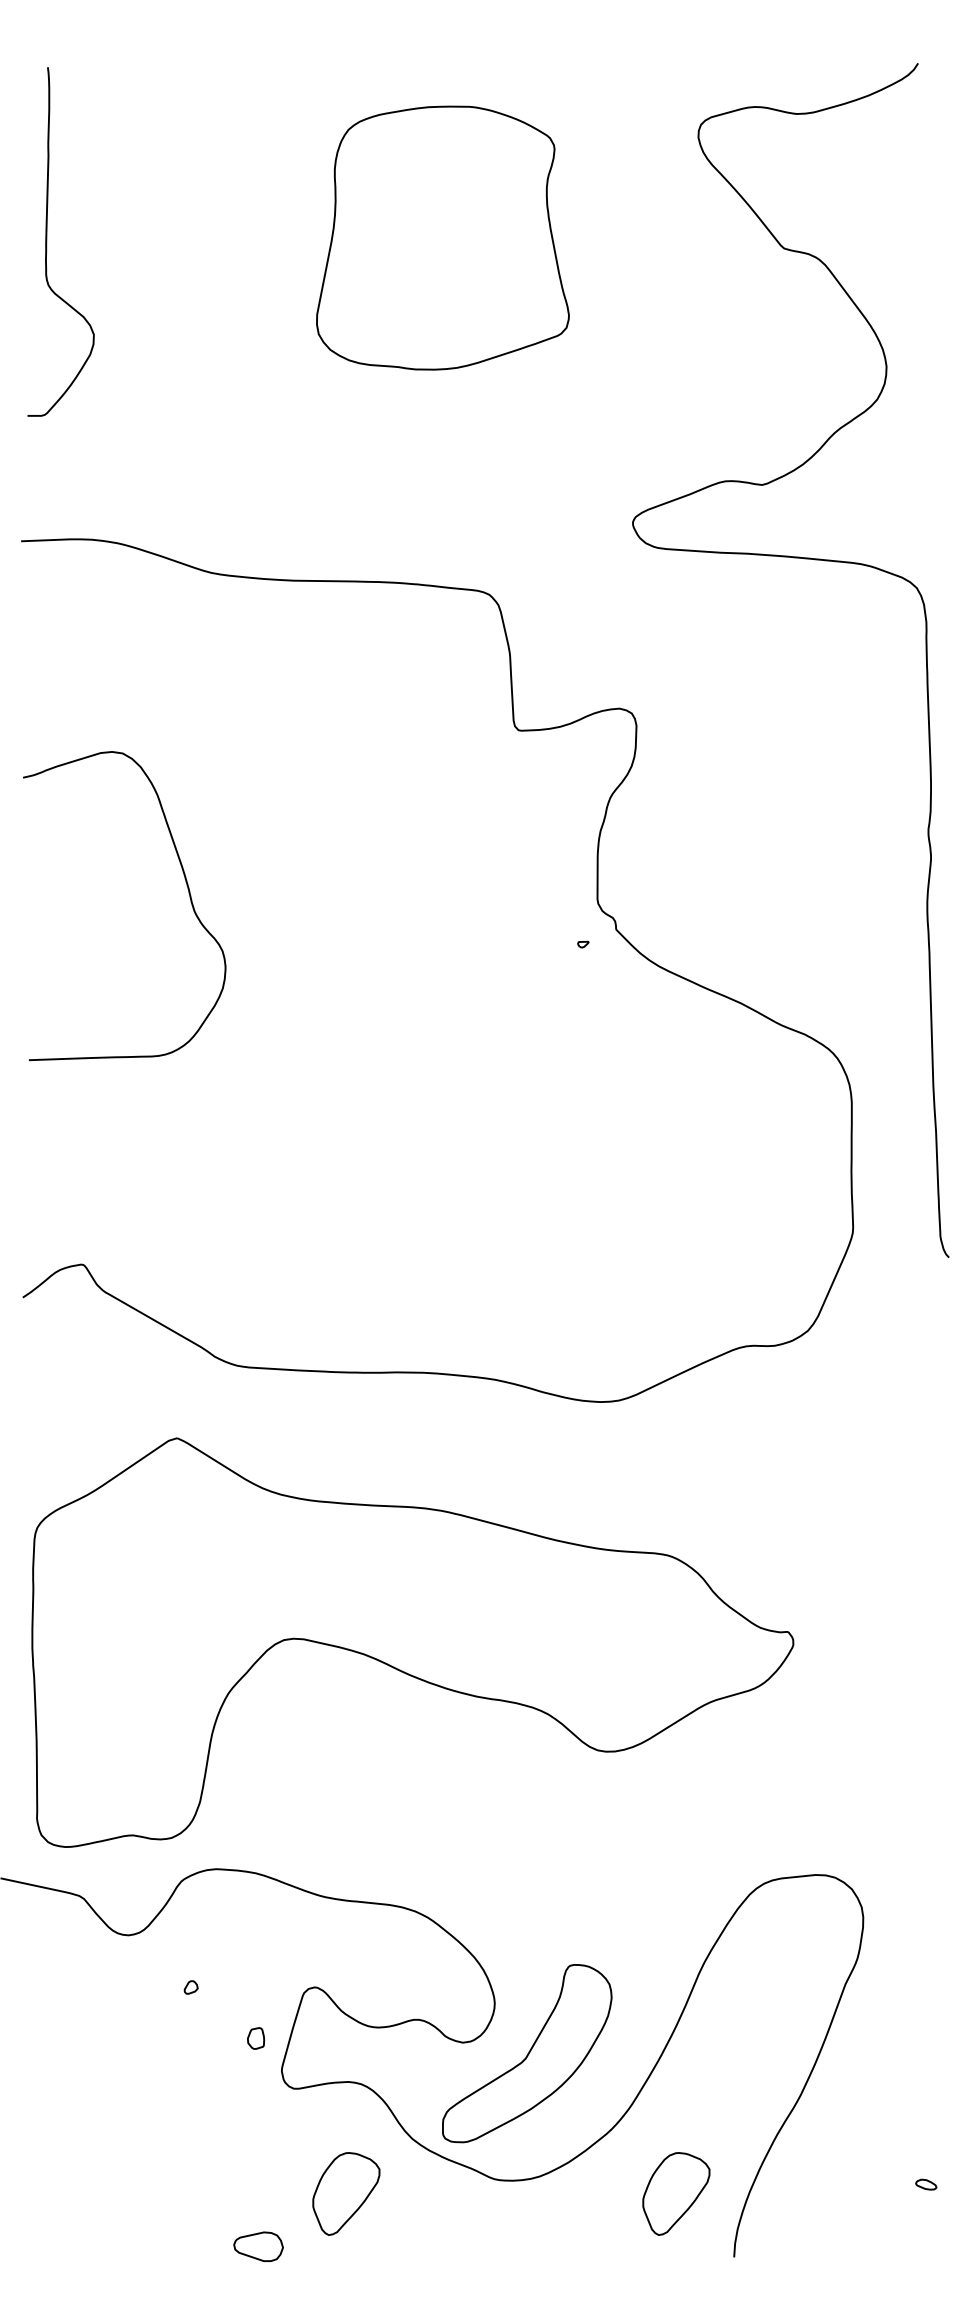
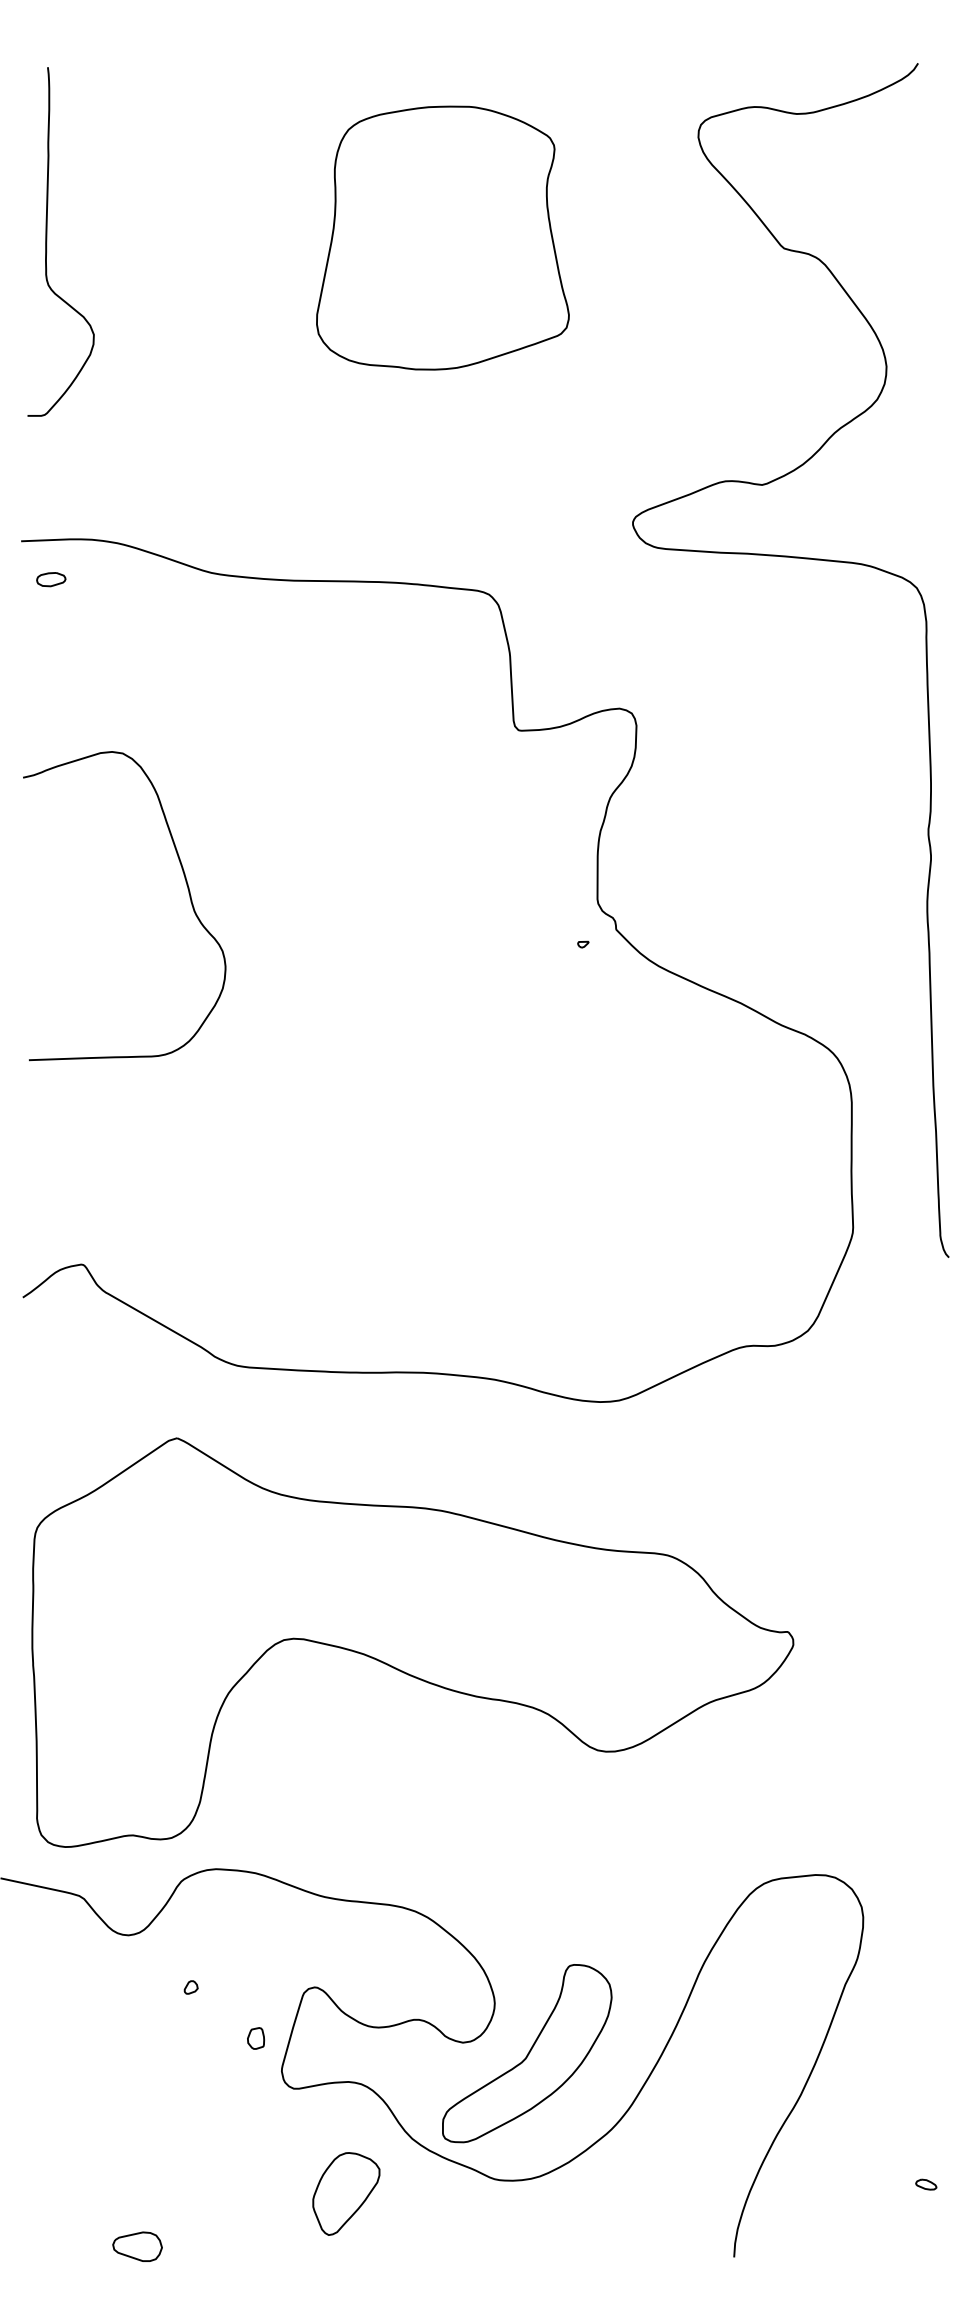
part at (51, 579): none -> present
part at (676, 2193): present -> none
part at (258, 2246) position: (258, 2246) -> (137, 2246)
